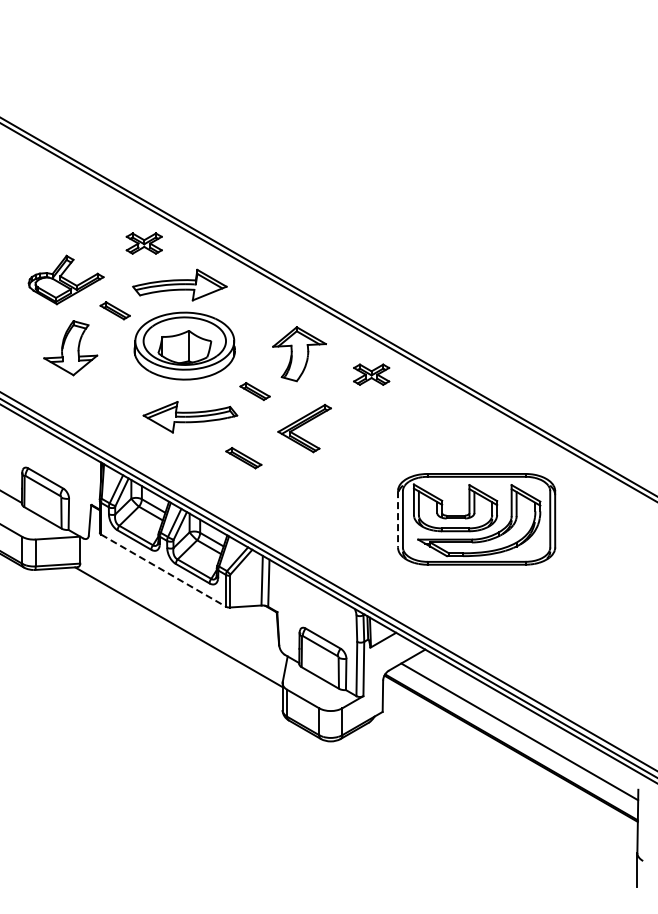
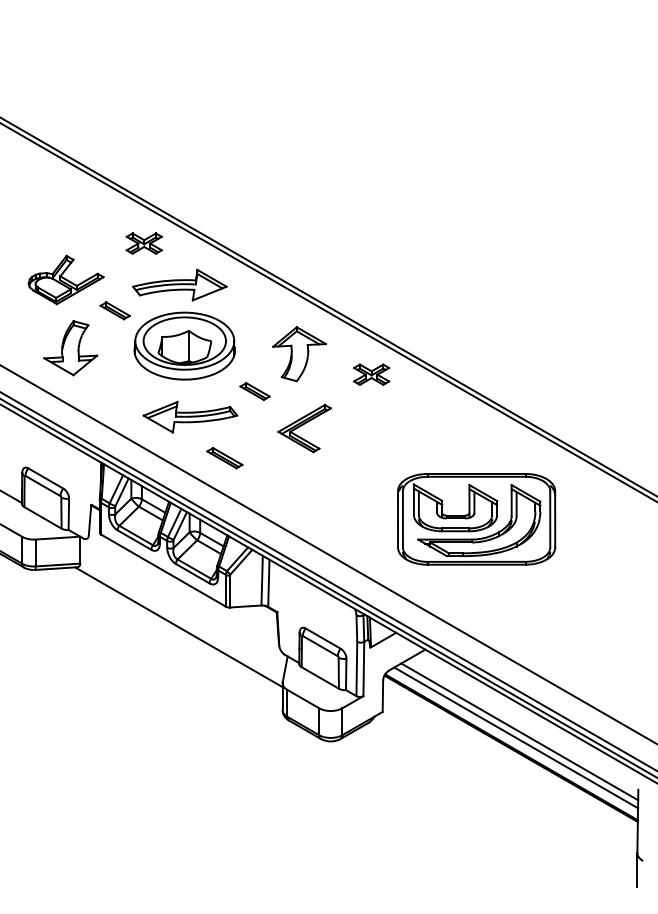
part at (243, 458) position: (243, 458) -> (224, 458)
line at (398, 519): dashed -> solid
line at (328, 554): none -> present
line at (164, 570): dashed -> solid
line at (516, 737): none -> present
